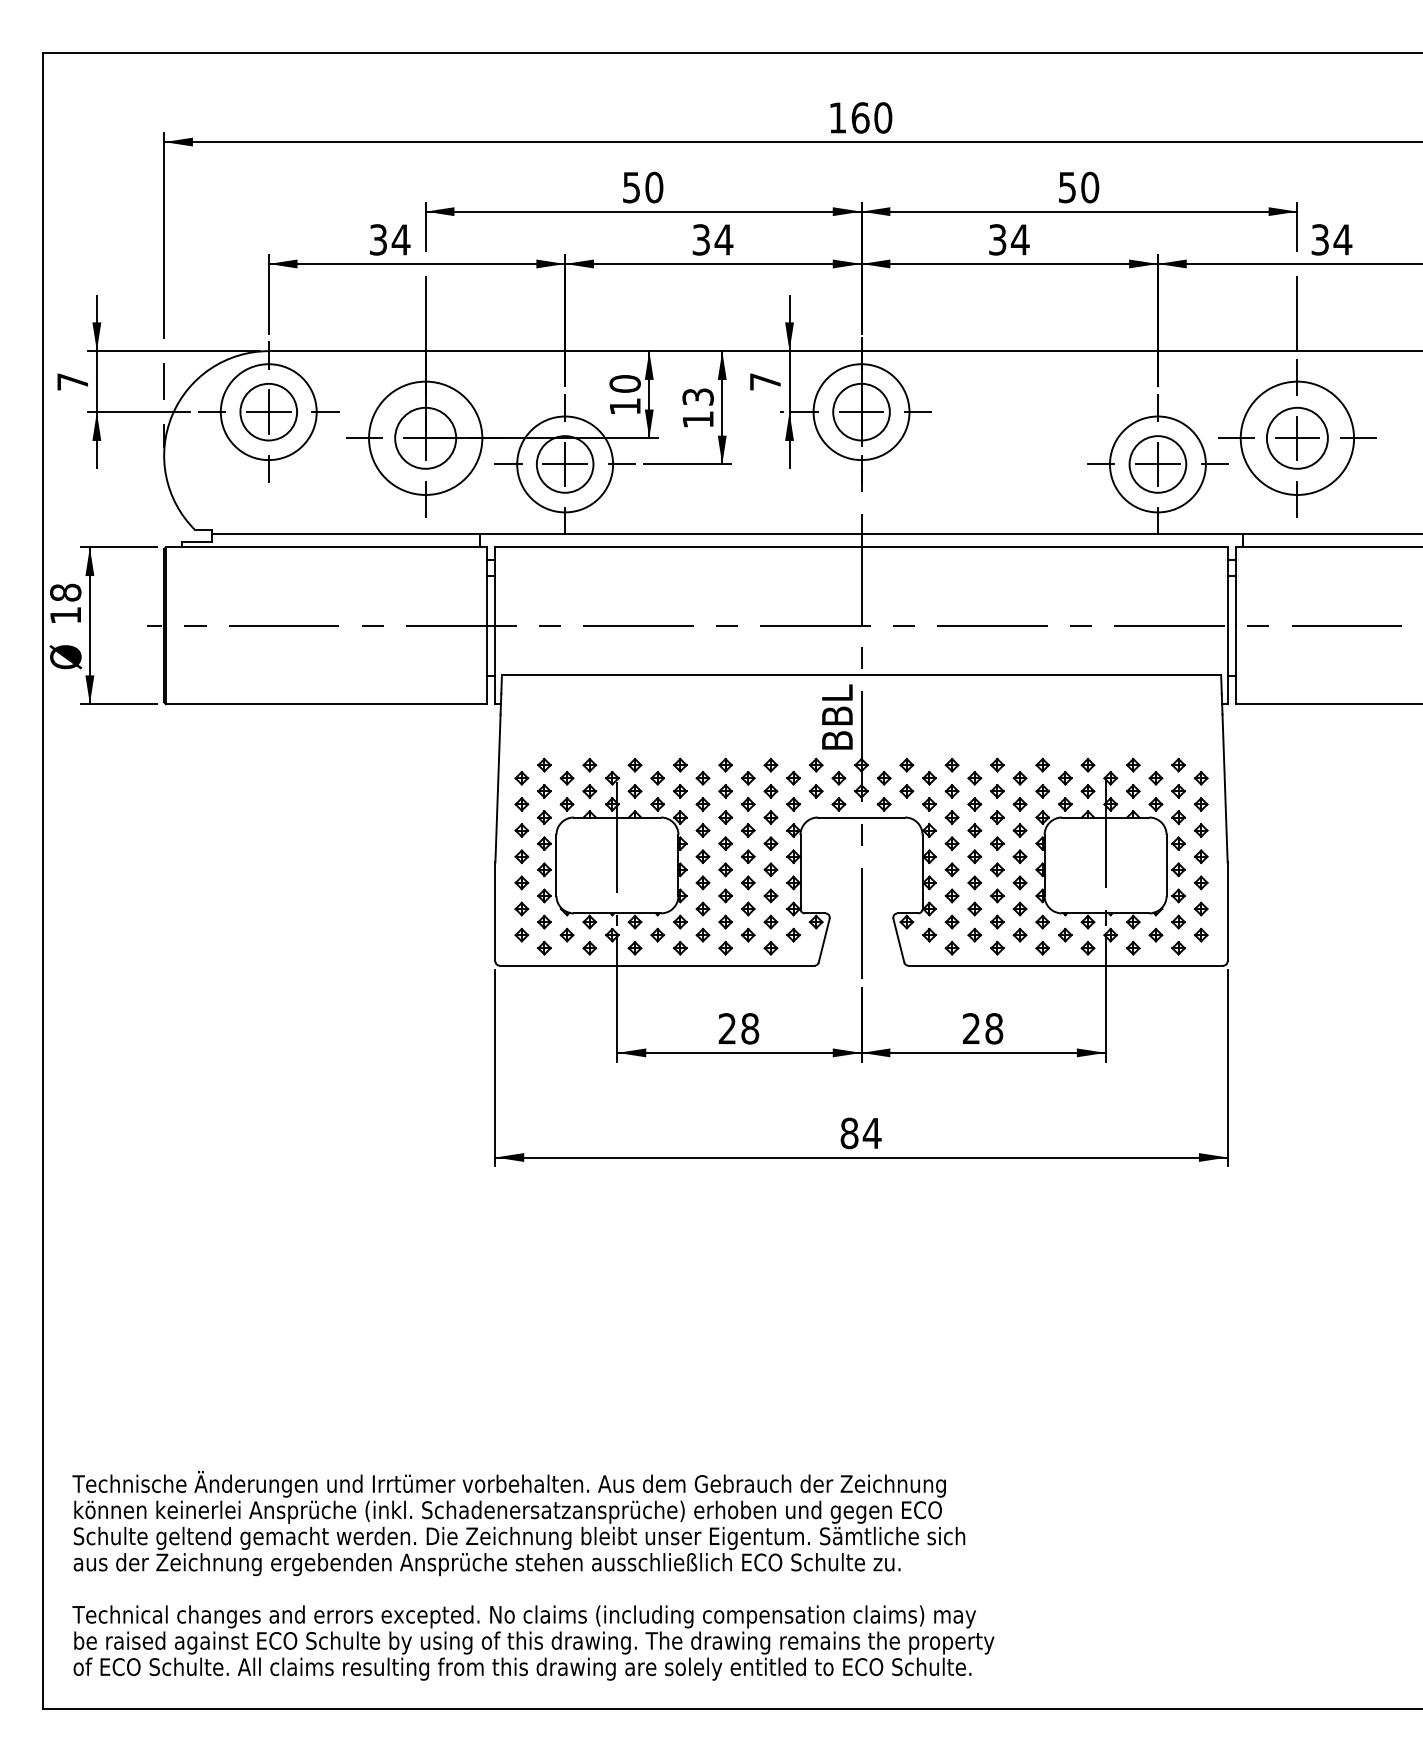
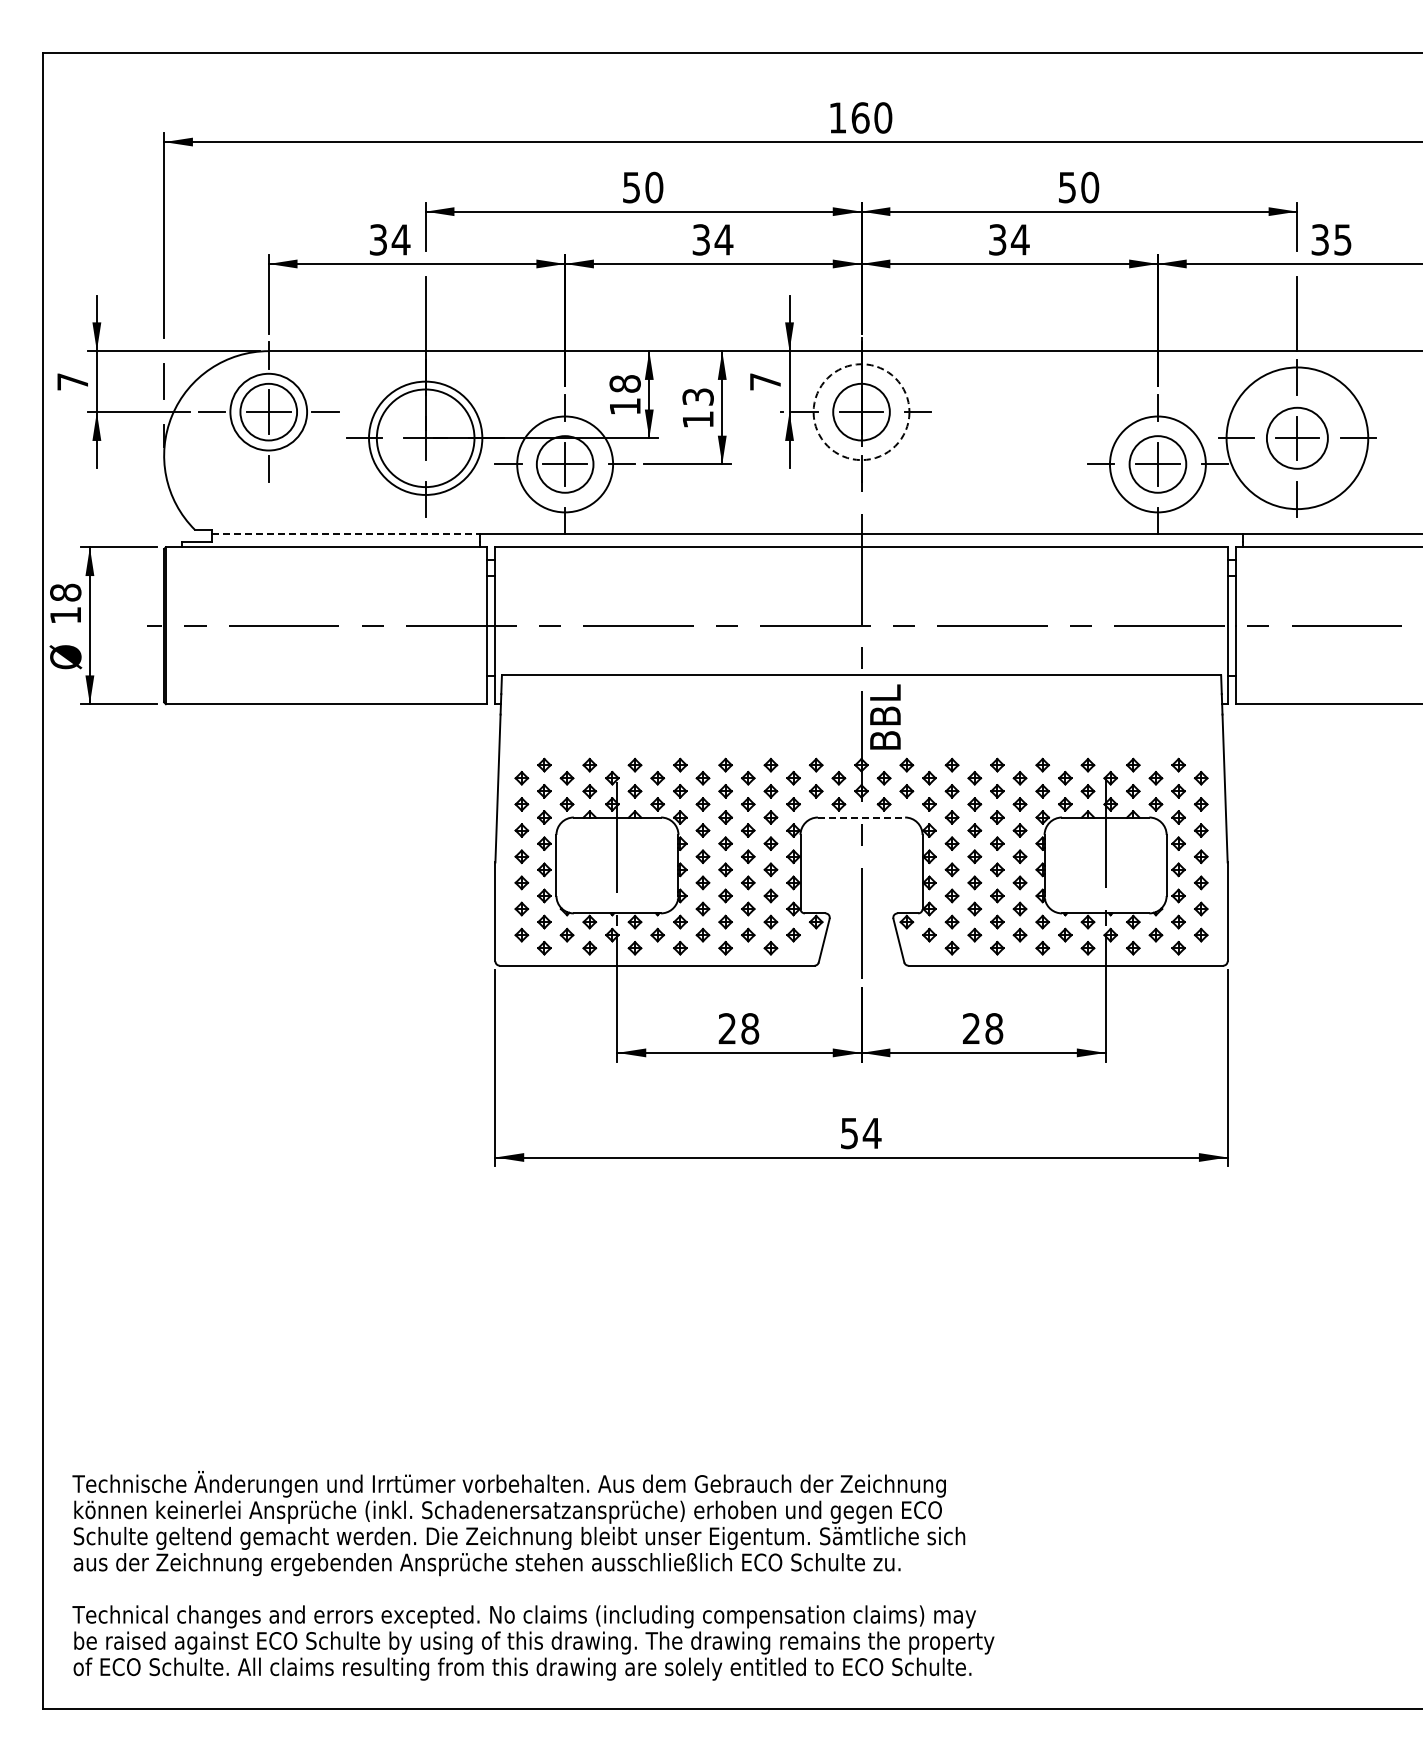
text at (1342, 239): 34 -> 35
text at (625, 383): 10 -> 18
circle at (268, 412) diameter: 96 px -> 77 px
circle at (861, 412): solid -> dashed
circle at (425, 437) diameter: 61 px -> 98 px
circle at (1297, 437) diameter: 113 px -> 142 px
line at (346, 534): solid -> dashed
text at (837, 716) position: (837, 716) -> (885, 716)
line at (861, 817): solid -> dashed
text at (849, 1133): 84 -> 54
